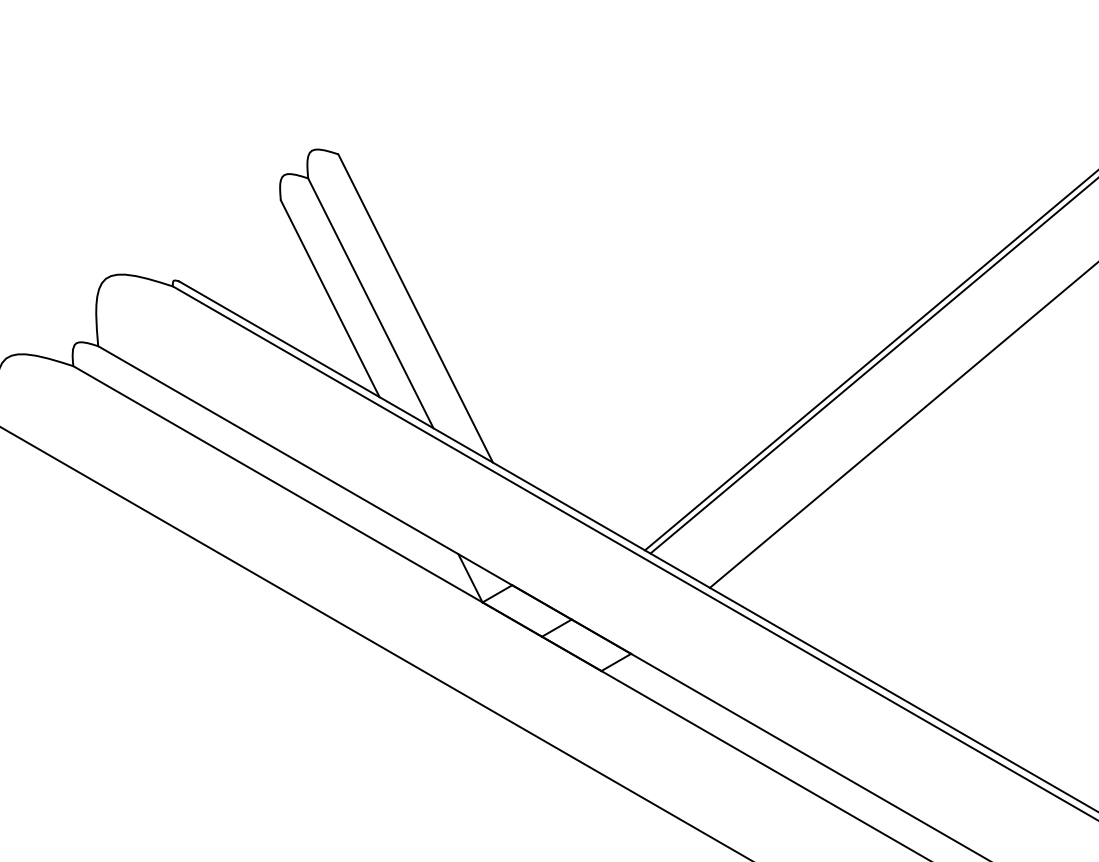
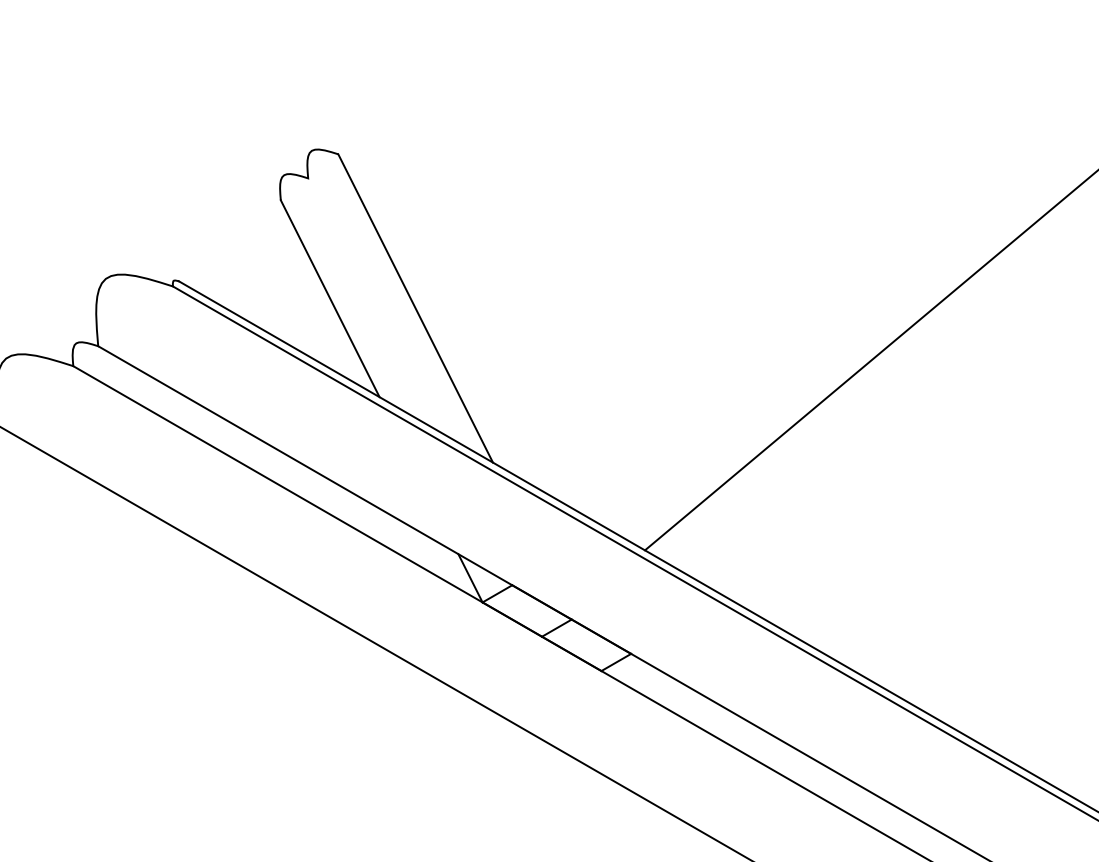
line at (370, 303): present -> none
line at (872, 366): present -> none
line at (902, 425): present -> none
